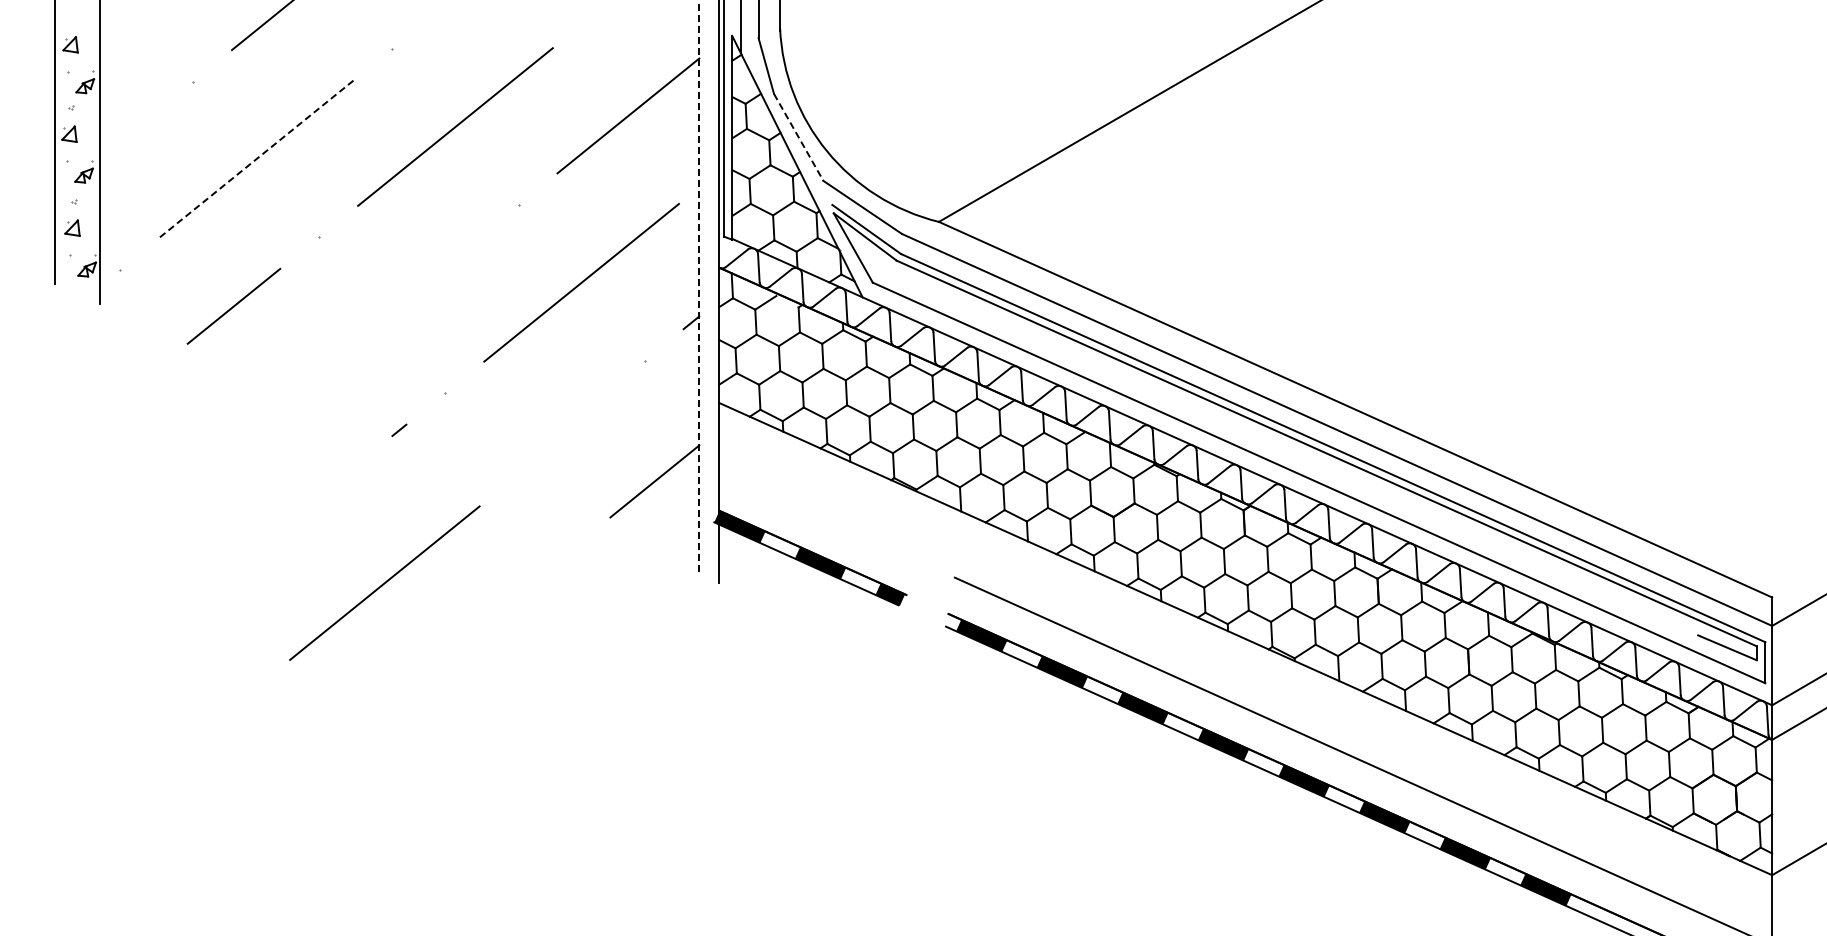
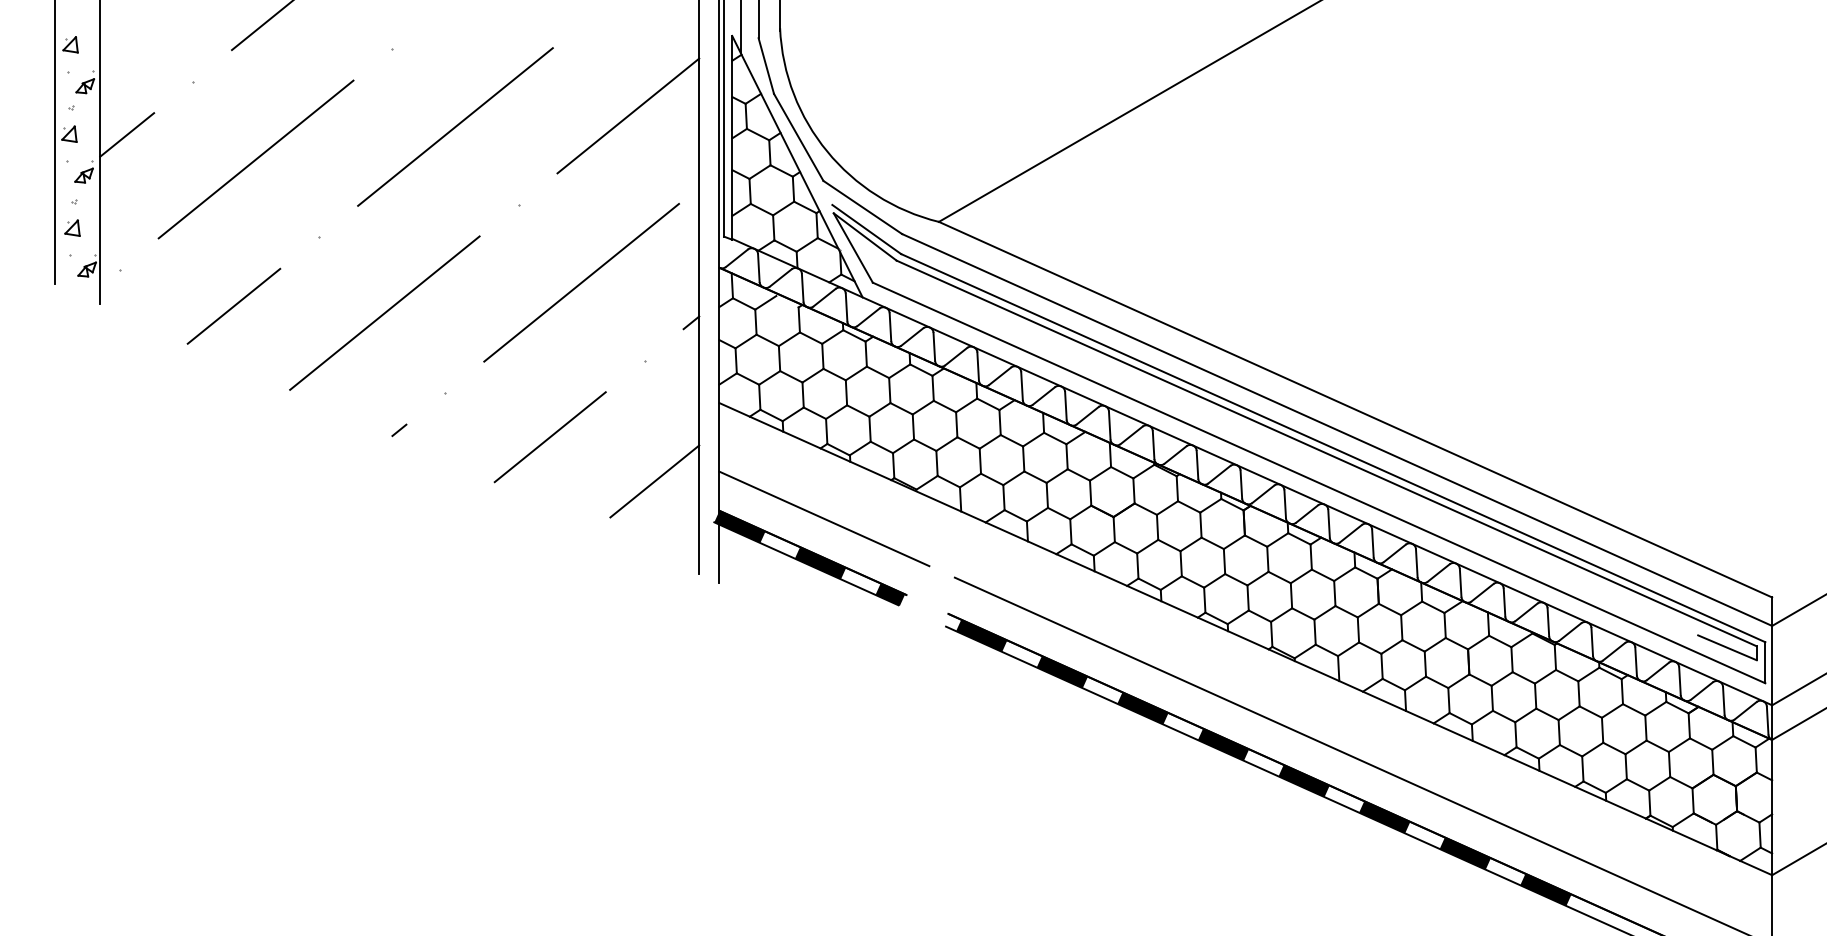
line at (127, 134): none -> present
line at (798, 137): dashed -> solid
line at (255, 159): dashed -> solid
line at (699, 287): dashed -> solid
line at (549, 437): none -> present
line at (824, 518): none -> present
line at (384, 582) position: (384, 582) -> (384, 312)
